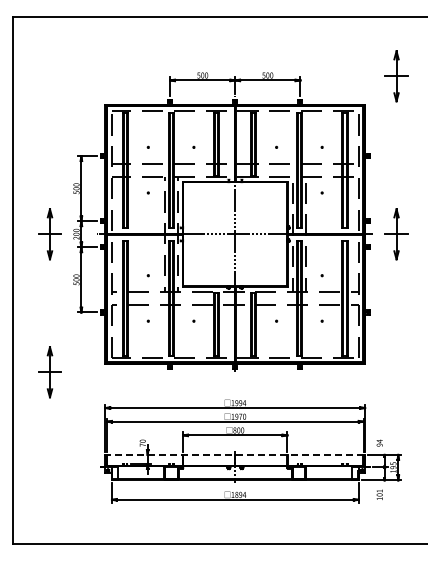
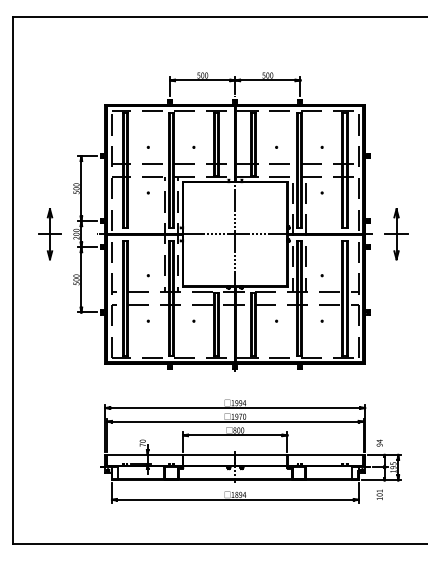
part at (396, 76): present -> none
part at (49, 372): present -> none
line at (234, 454): dashed -> solid
